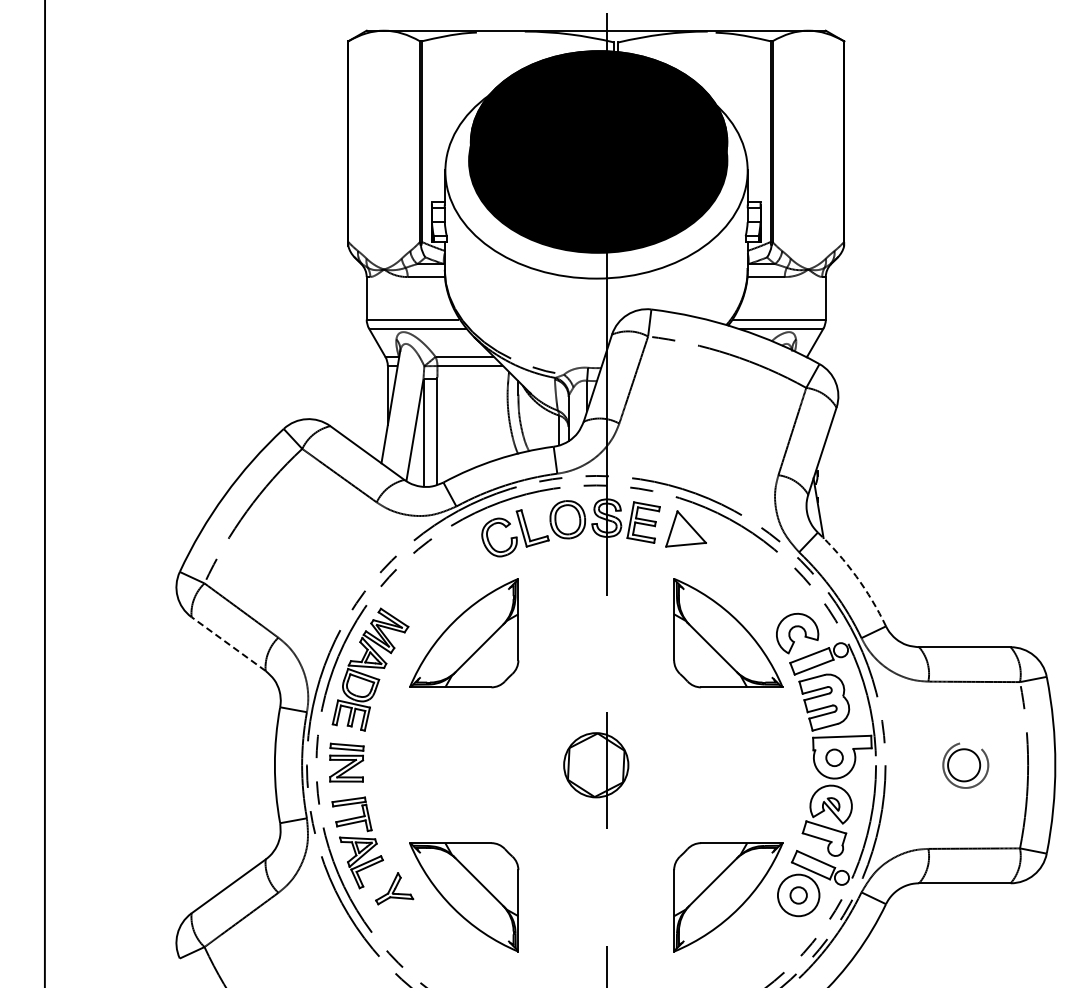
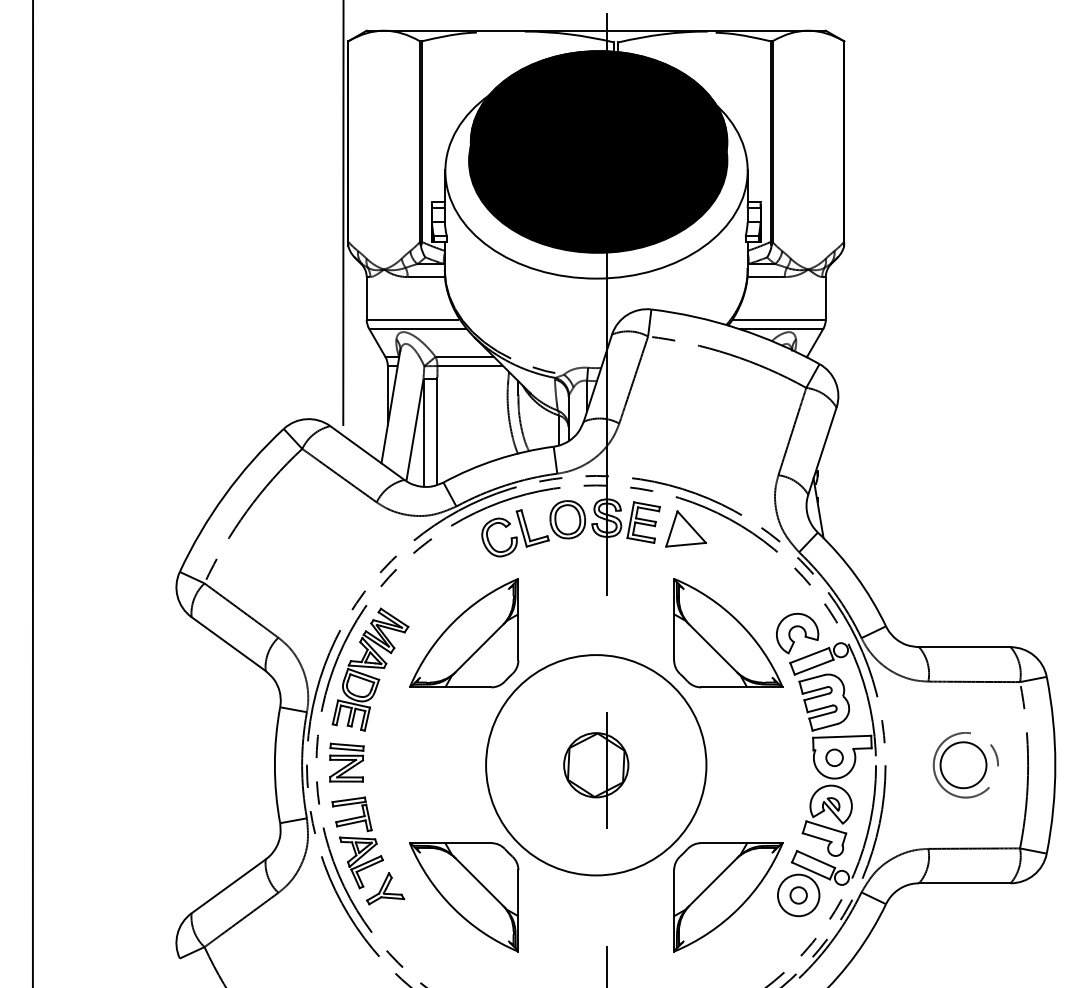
line at (343, 213): none -> present
line at (44, 493) position: (44, 493) -> (32, 493)
arc at (856, 576): dashed -> solid
line at (228, 644): dashed -> solid
circle at (596, 765): none -> present
part at (965, 765) size: 48x47 px -> 67x67 px
part at (394, 888) position: (394, 888) -> (385, 888)
